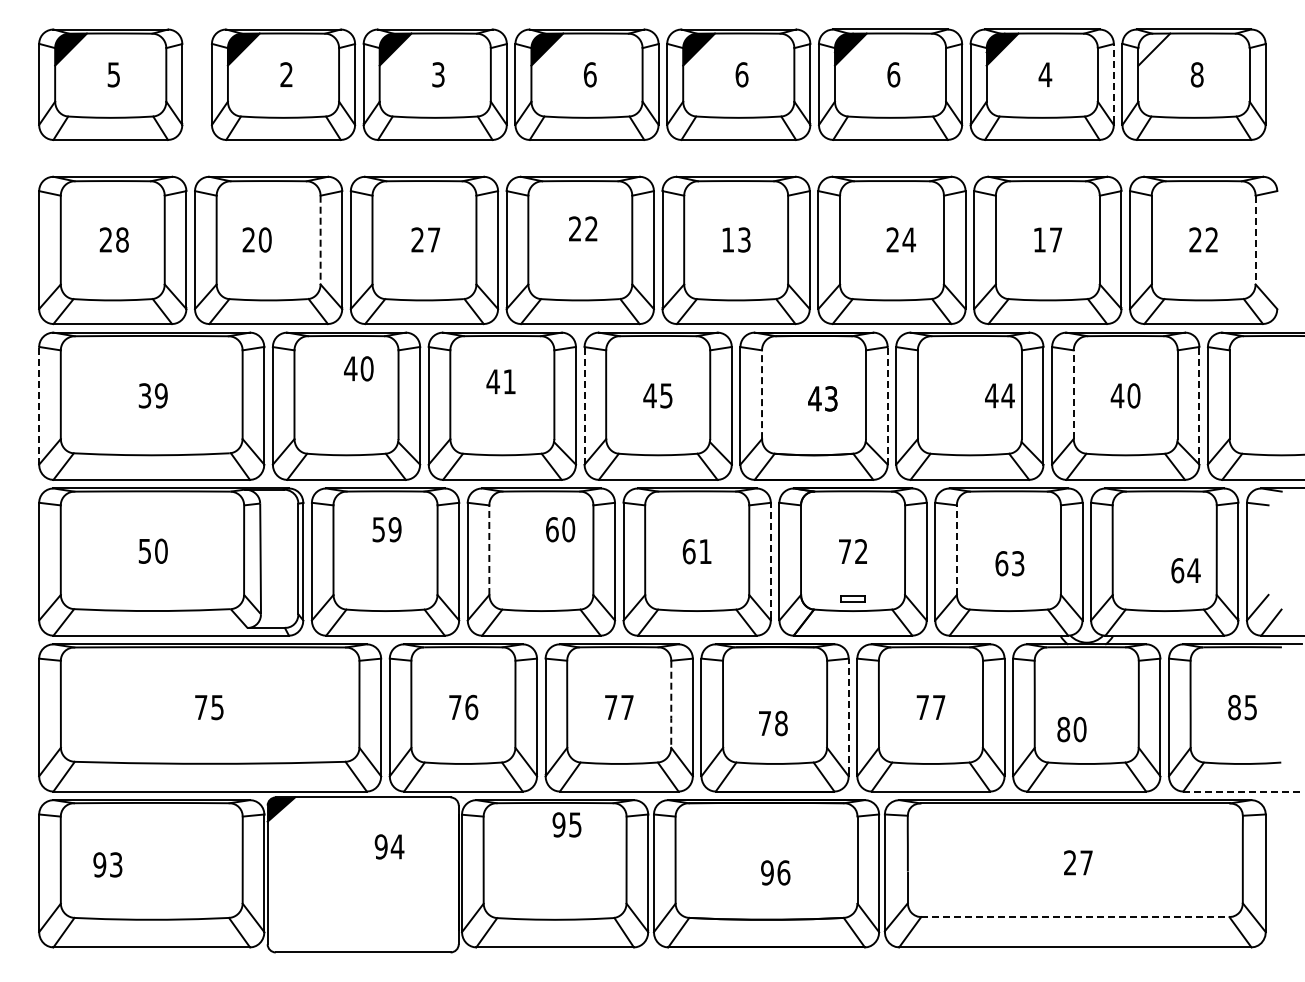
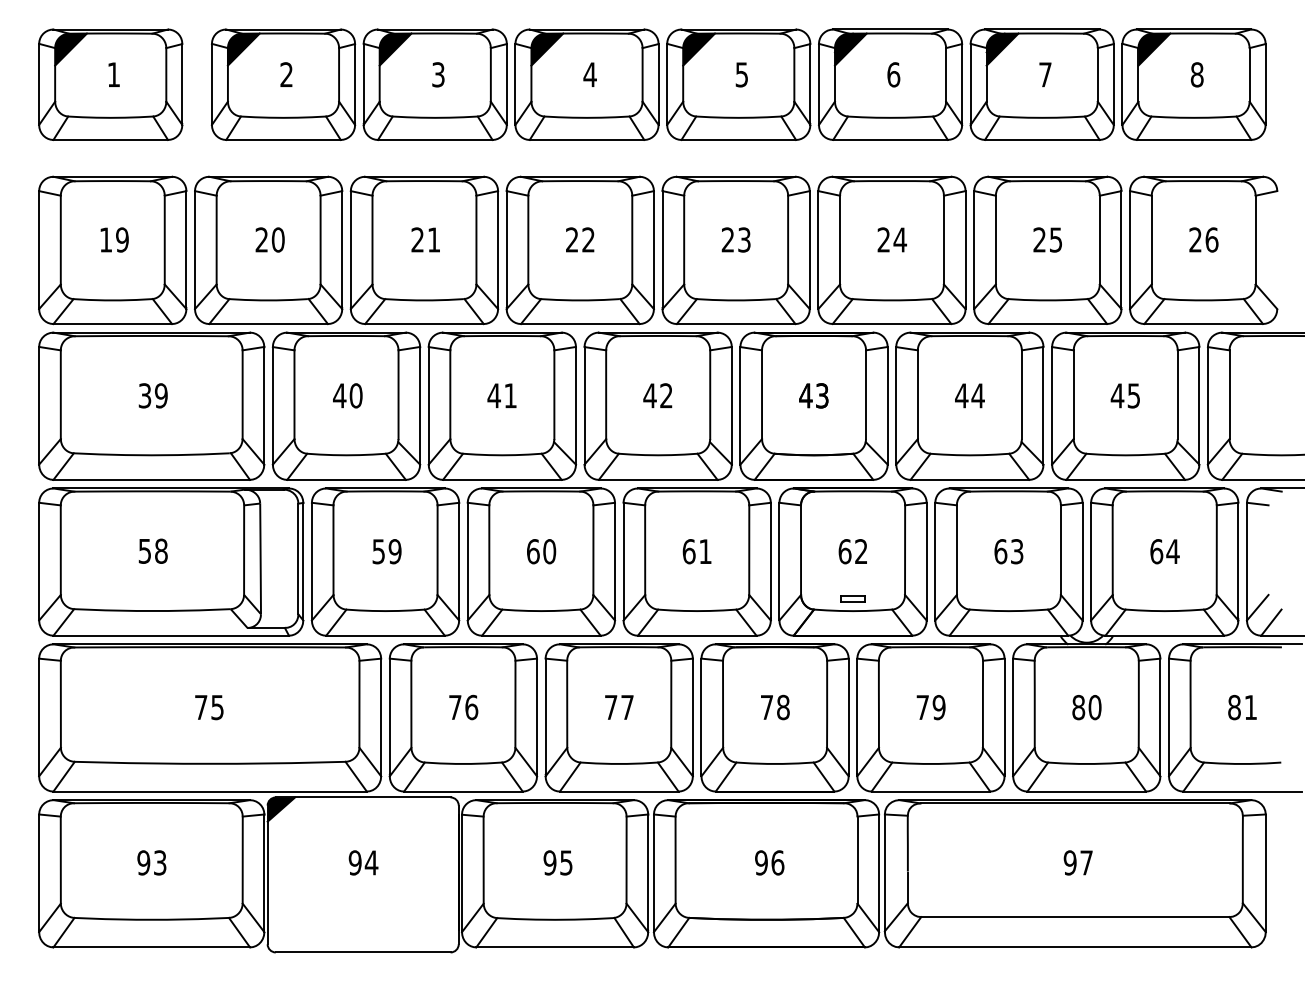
fill at (1154, 49): none -> present
text at (113, 74): 5 -> 1
text at (589, 74): 6 -> 4
text at (741, 74): 6 -> 5
text at (1045, 74): 4 -> 7
line at (1113, 83): dashed -> solid
text at (583, 228) position: (583, 228) -> (580, 239)
text at (113, 239): 28 -> 19
text at (256, 239) position: (256, 239) -> (269, 239)
text at (434, 239): 27 -> 21
text at (727, 239): 13 -> 23
text at (900, 239) position: (900, 239) -> (891, 239)
text at (1047, 239): 17 -> 25
text at (1211, 239): 22 -> 26
line at (320, 240): dashed -> solid
line at (1255, 240): dashed -> solid
text at (358, 368) position: (358, 368) -> (347, 395)
text at (500, 381) position: (500, 381) -> (501, 395)
line at (762, 394): dashed -> solid
line at (1073, 394): dashed -> solid
text at (666, 395): 45 -> 42
text at (999, 395) position: (999, 395) -> (969, 395)
text at (1133, 395): 40 -> 45
text at (822, 398) position: (822, 398) -> (813, 395)
line at (39, 405): dashed -> solid
line at (584, 405): dashed -> solid
line at (887, 405): dashed -> solid
line at (1199, 405): dashed -> solid
text at (386, 529) position: (386, 529) -> (386, 551)
text at (560, 529) position: (560, 529) -> (541, 551)
line at (489, 550): dashed -> solid
line at (956, 550): dashed -> solid
text at (161, 551): 50 -> 58
text at (844, 551): 72 -> 62
line at (770, 560): dashed -> solid
text at (1009, 563) position: (1009, 563) -> (1008, 551)
text at (1185, 570) position: (1185, 570) -> (1164, 551)
line at (671, 704): dashed -> solid
text at (938, 707): 77 -> 79
text at (1250, 707): 85 -> 81
line at (848, 716): dashed -> solid
text at (773, 723) position: (773, 723) -> (775, 707)
text at (1071, 729) position: (1071, 729) -> (1086, 707)
line at (1243, 791): dashed -> solid
text at (566, 824) position: (566, 824) -> (557, 862)
text at (389, 846) position: (389, 846) -> (363, 862)
text at (1069, 862): 27 -> 97
text at (107, 864) position: (107, 864) -> (151, 862)
text at (775, 872) position: (775, 872) -> (769, 862)
line at (1075, 917): dashed -> solid
